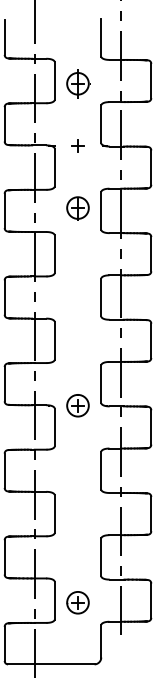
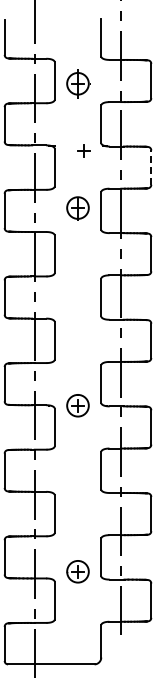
part at (77, 145) position: (77, 145) -> (83, 150)
line at (151, 167): solid -> dashed
part at (77, 602) position: (77, 602) -> (77, 571)
